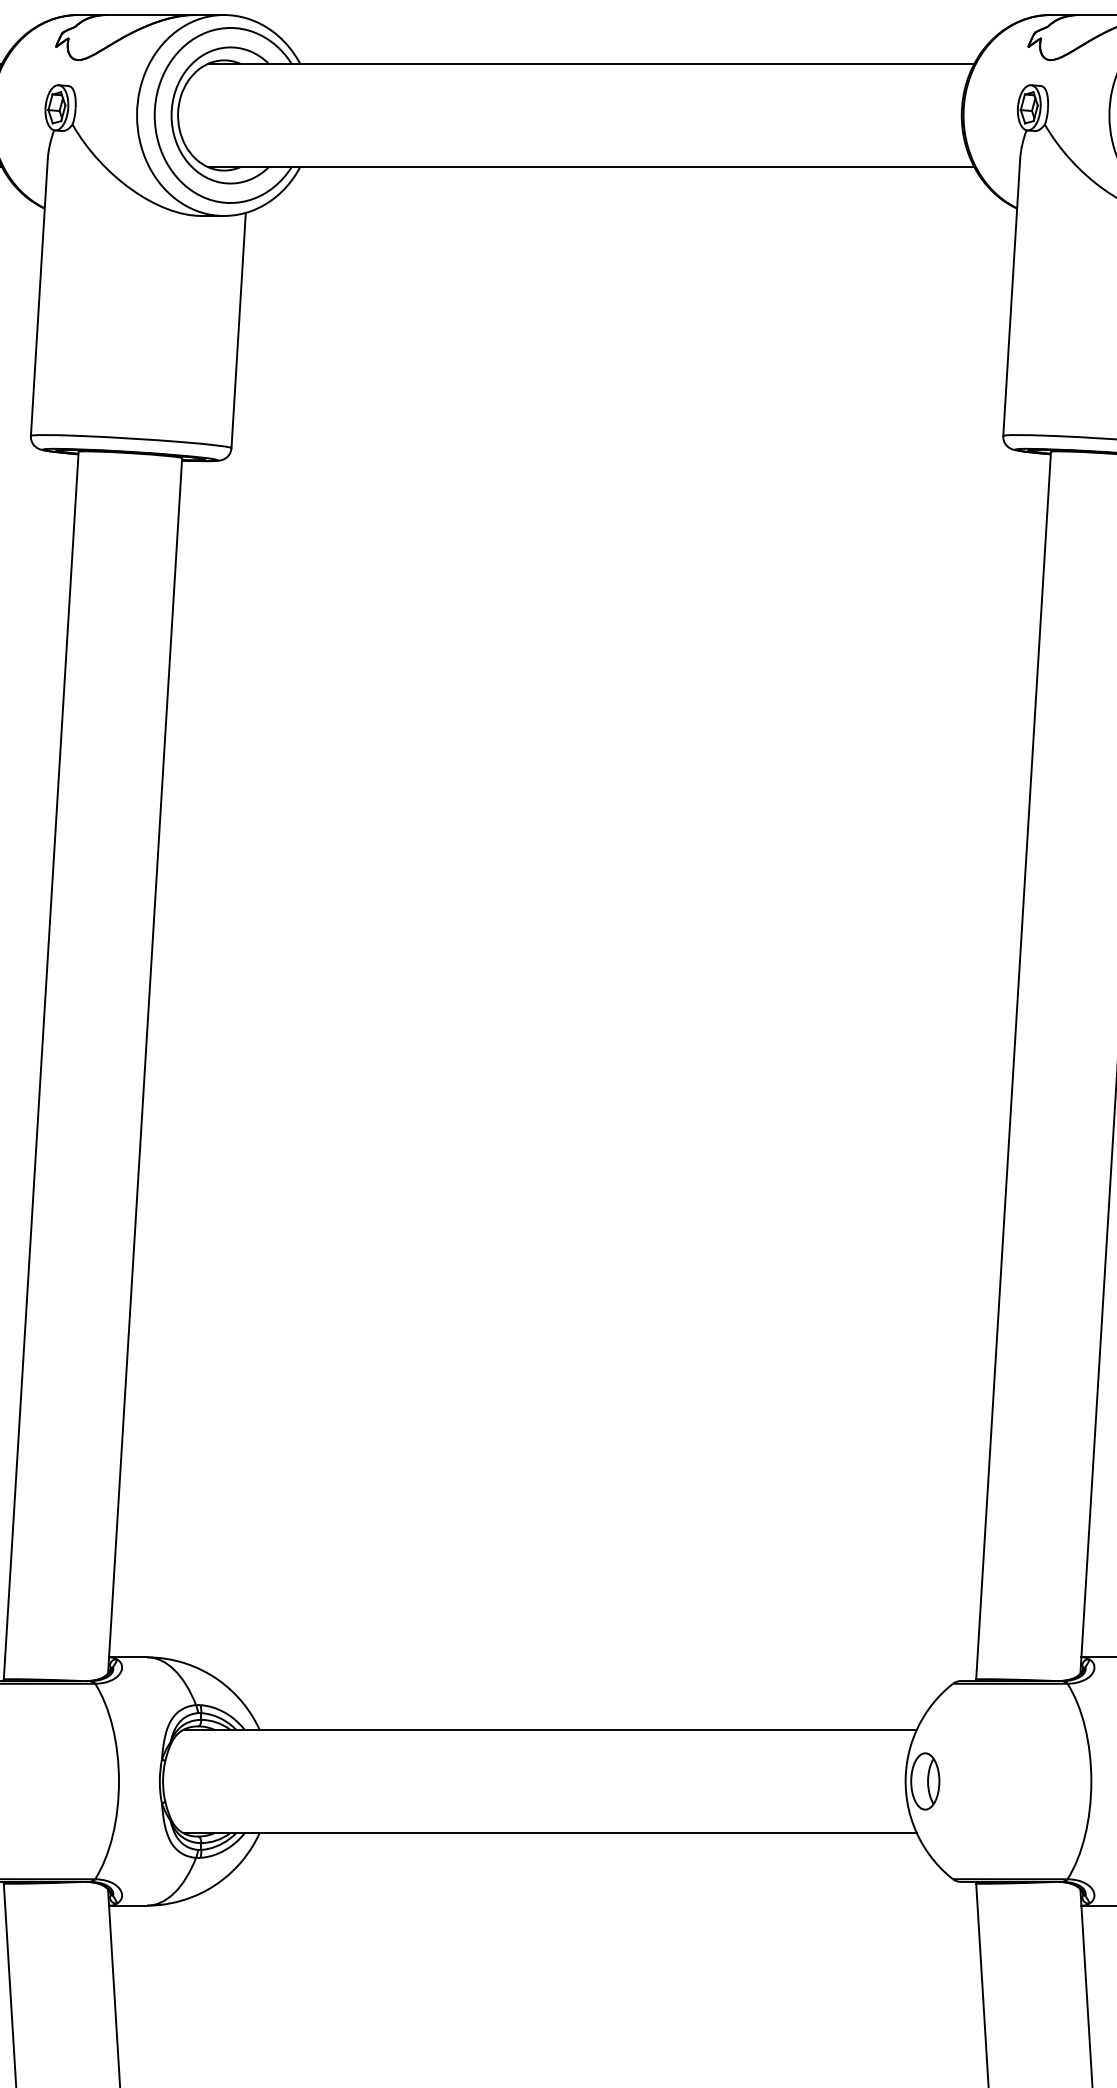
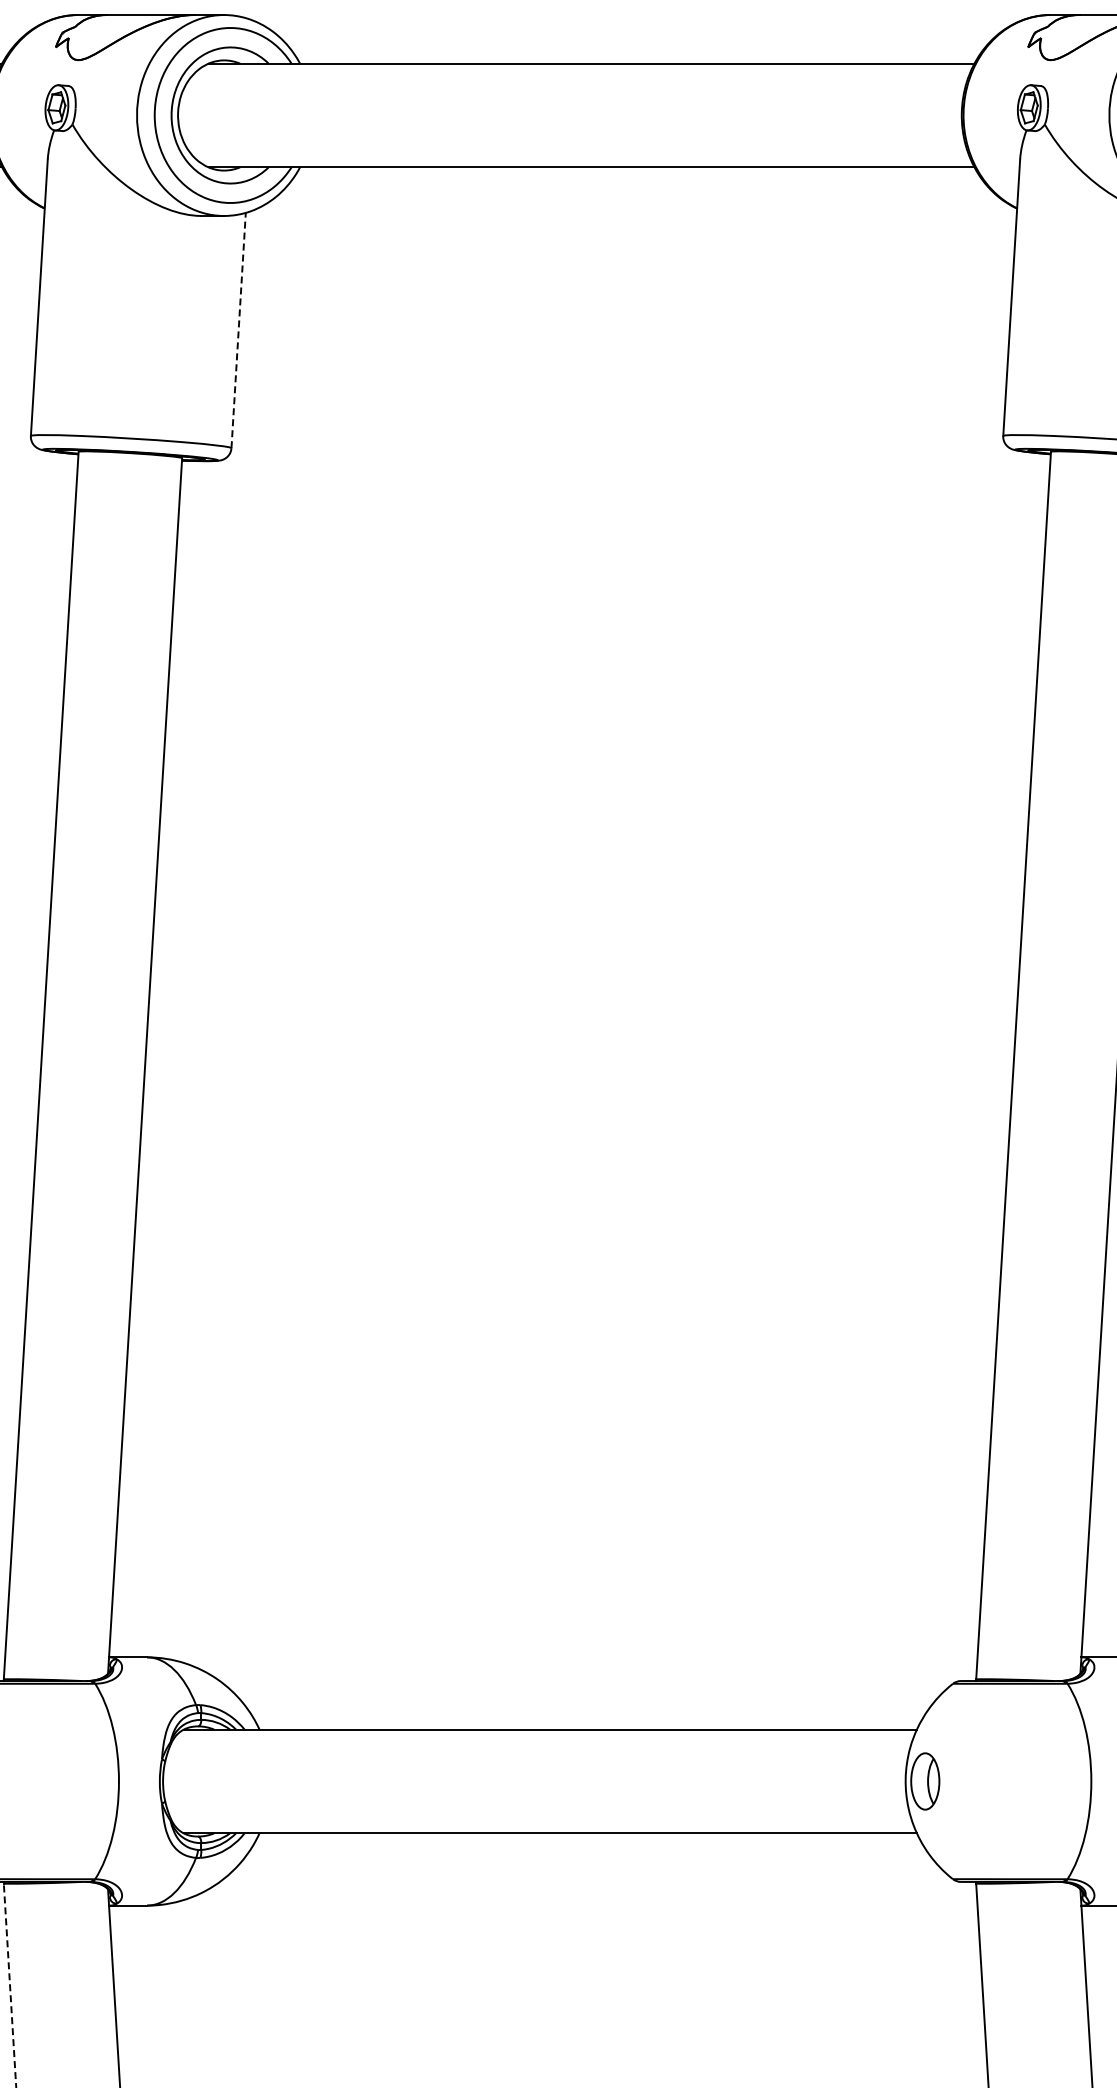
line at (238, 330): solid -> dashed
line at (10, 1985): solid -> dashed
